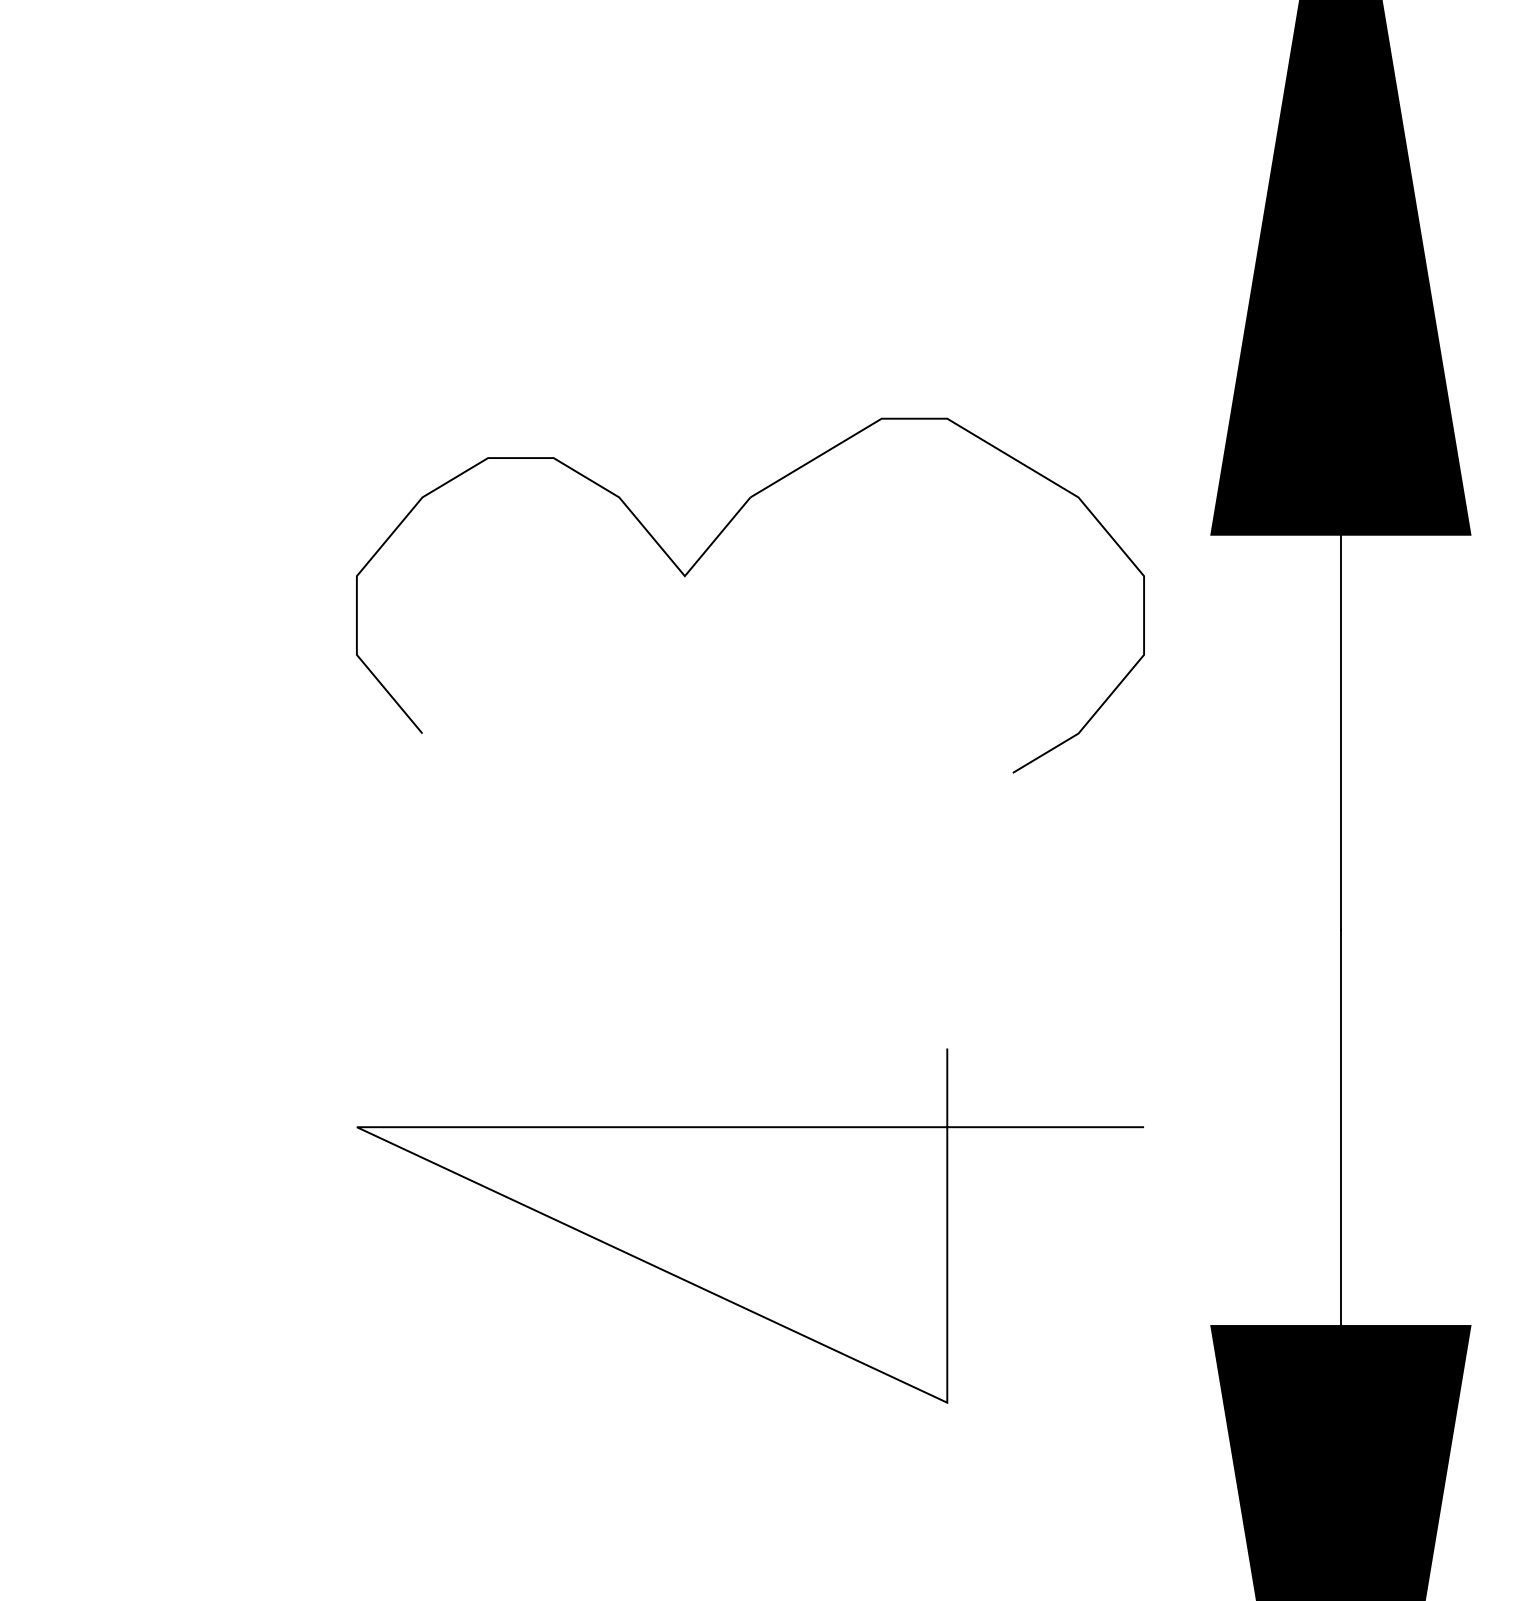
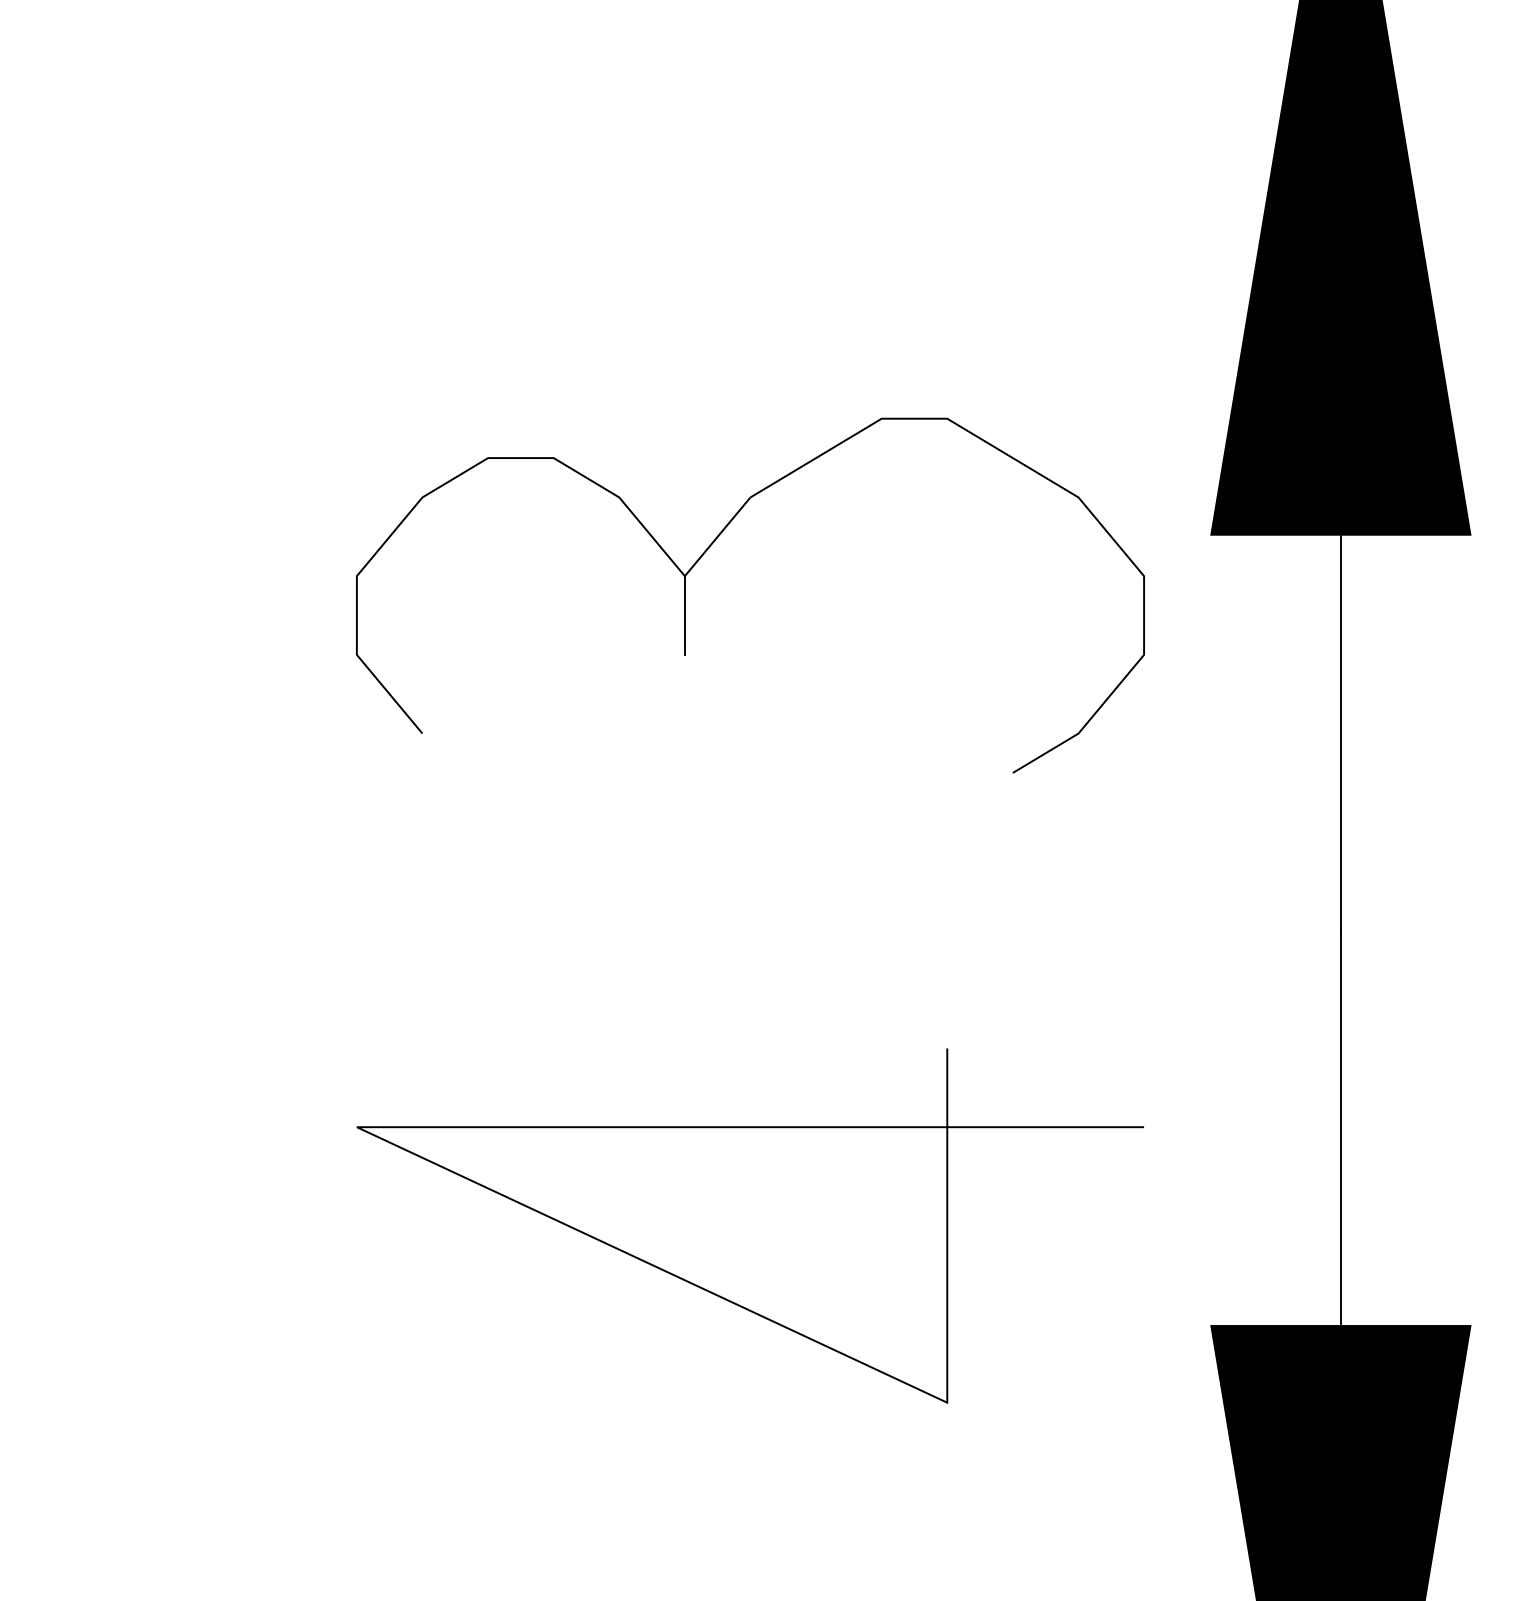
line at (684, 615): none -> present
